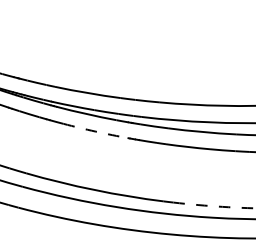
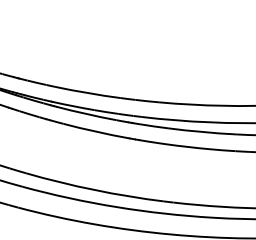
arc at (95, 131): dashed -> solid
arc at (214, 206): dashed -> solid
